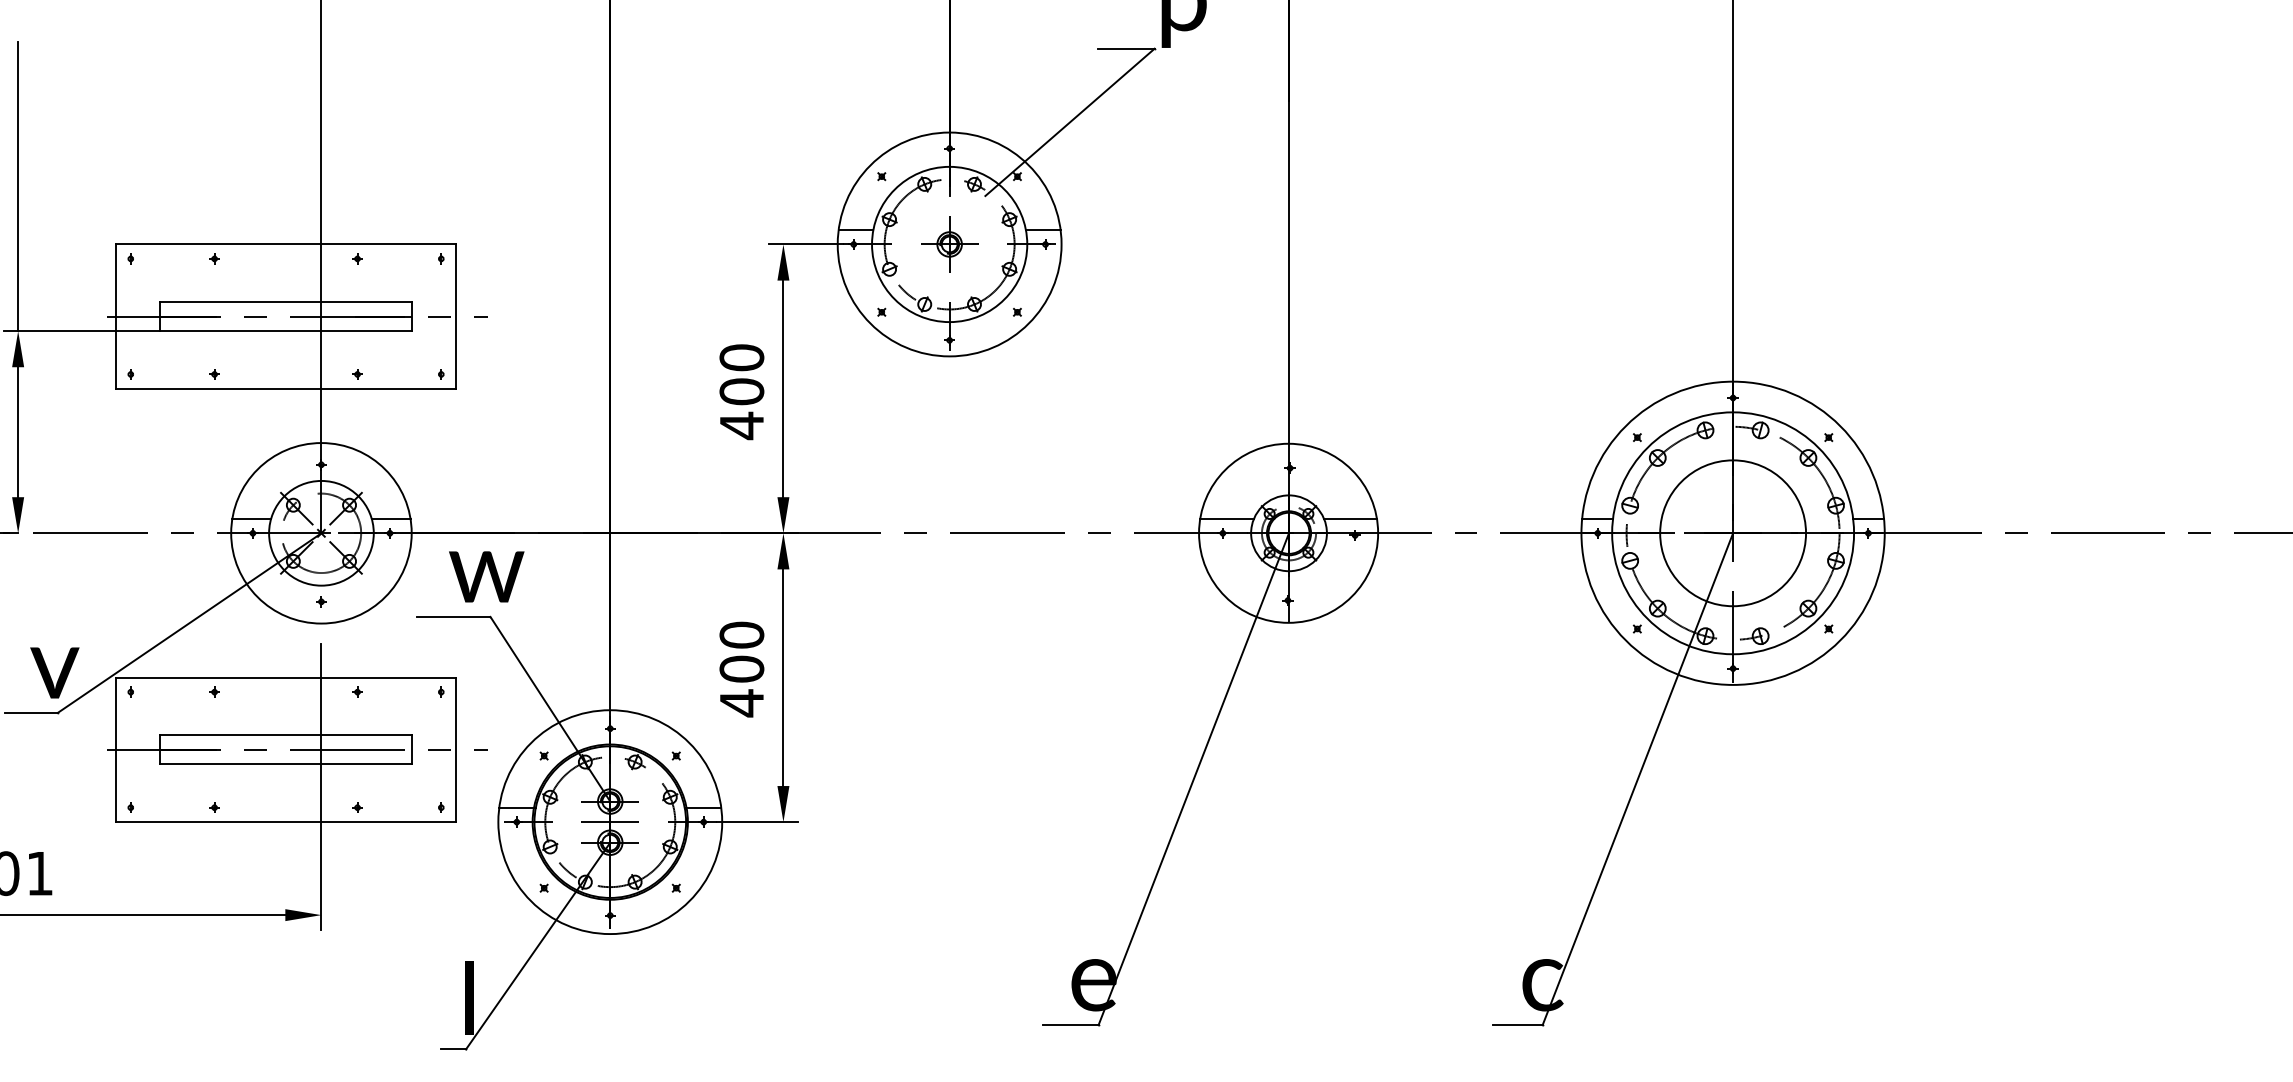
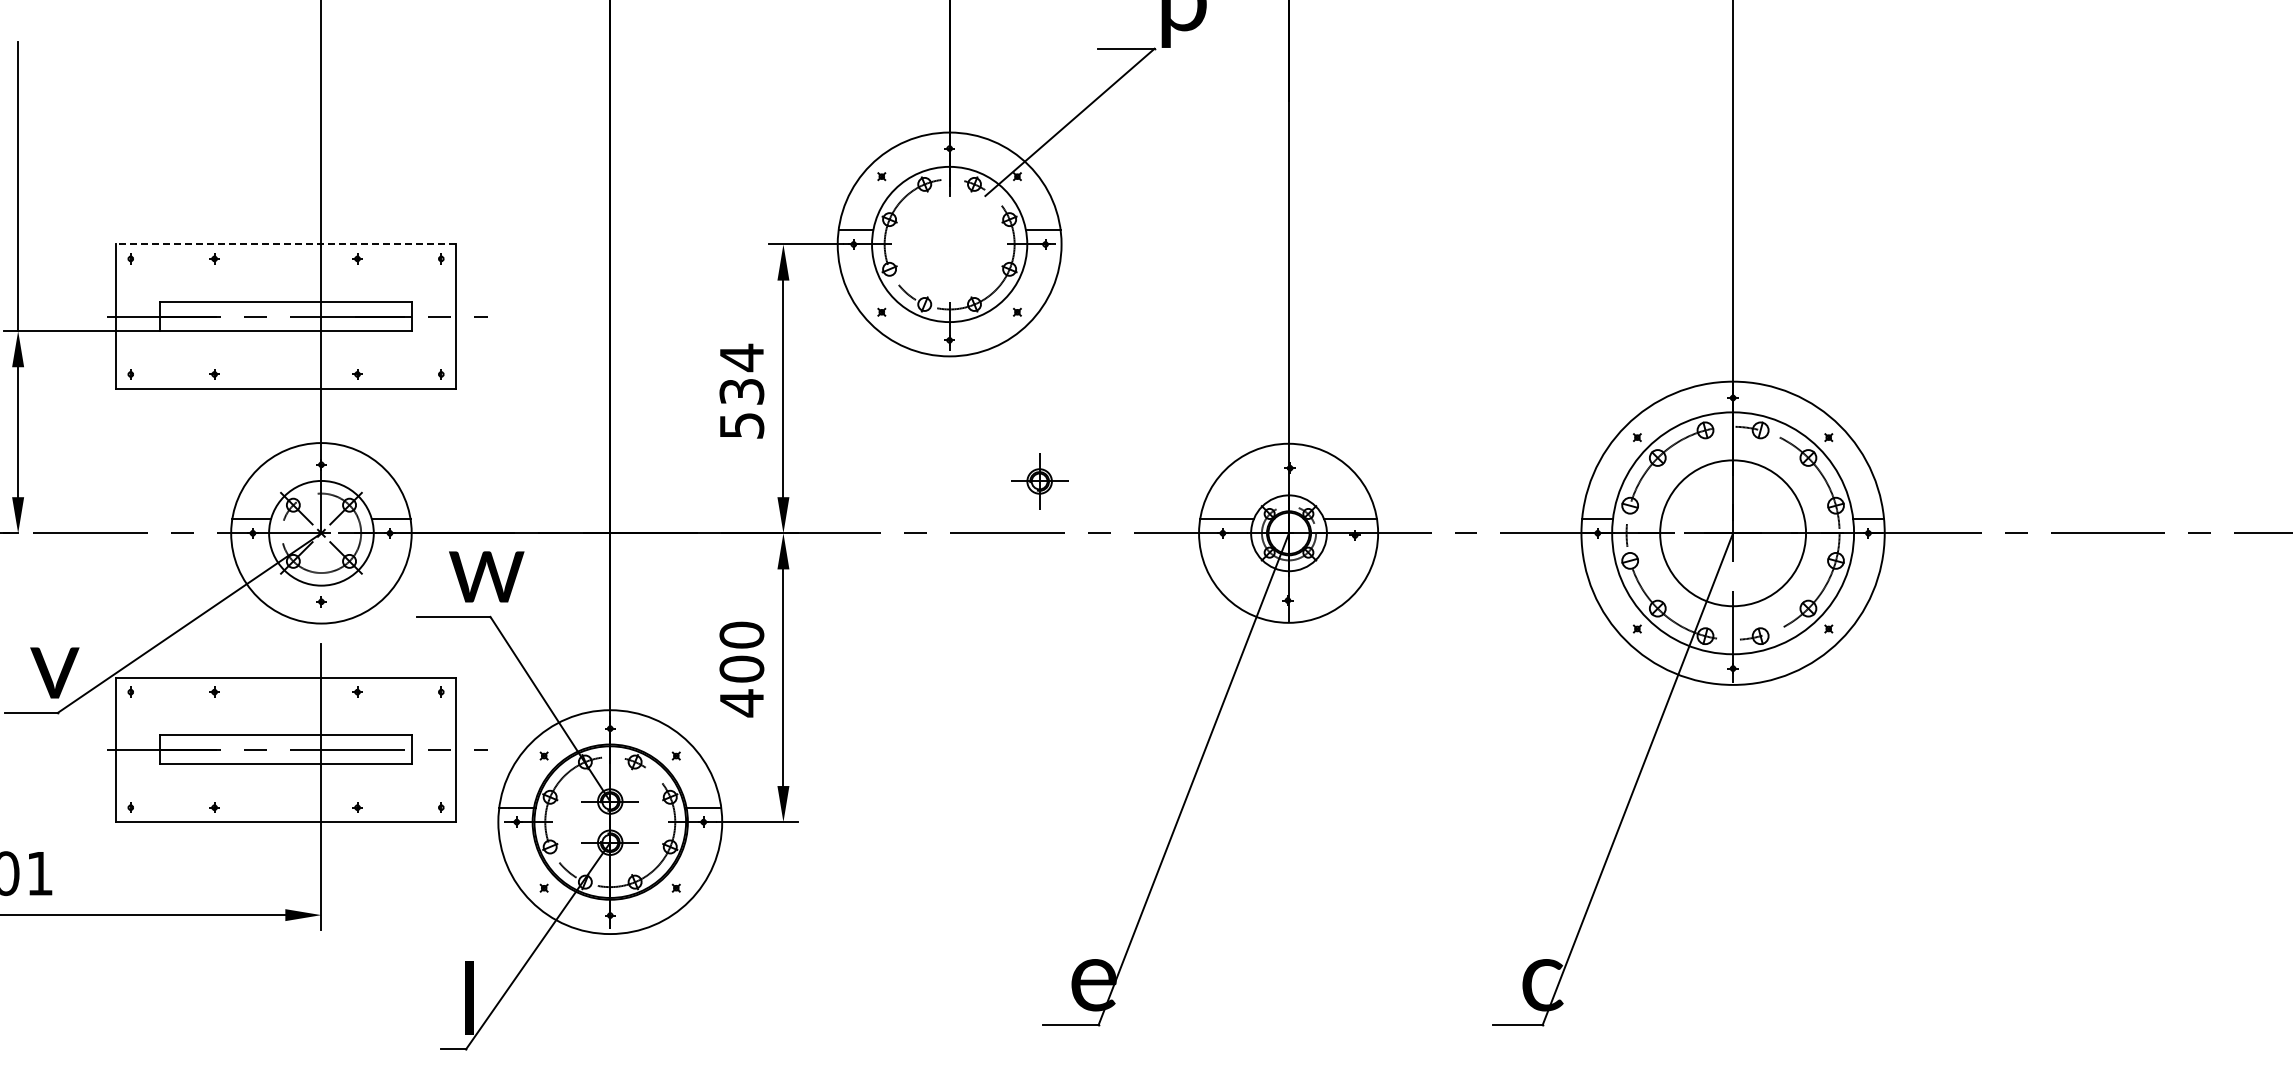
line at (286, 244): solid -> dashed
part at (949, 244) position: (949, 244) -> (1039, 481)
text at (741, 391): 400 -> 534
line at (610, 822): present -> none
